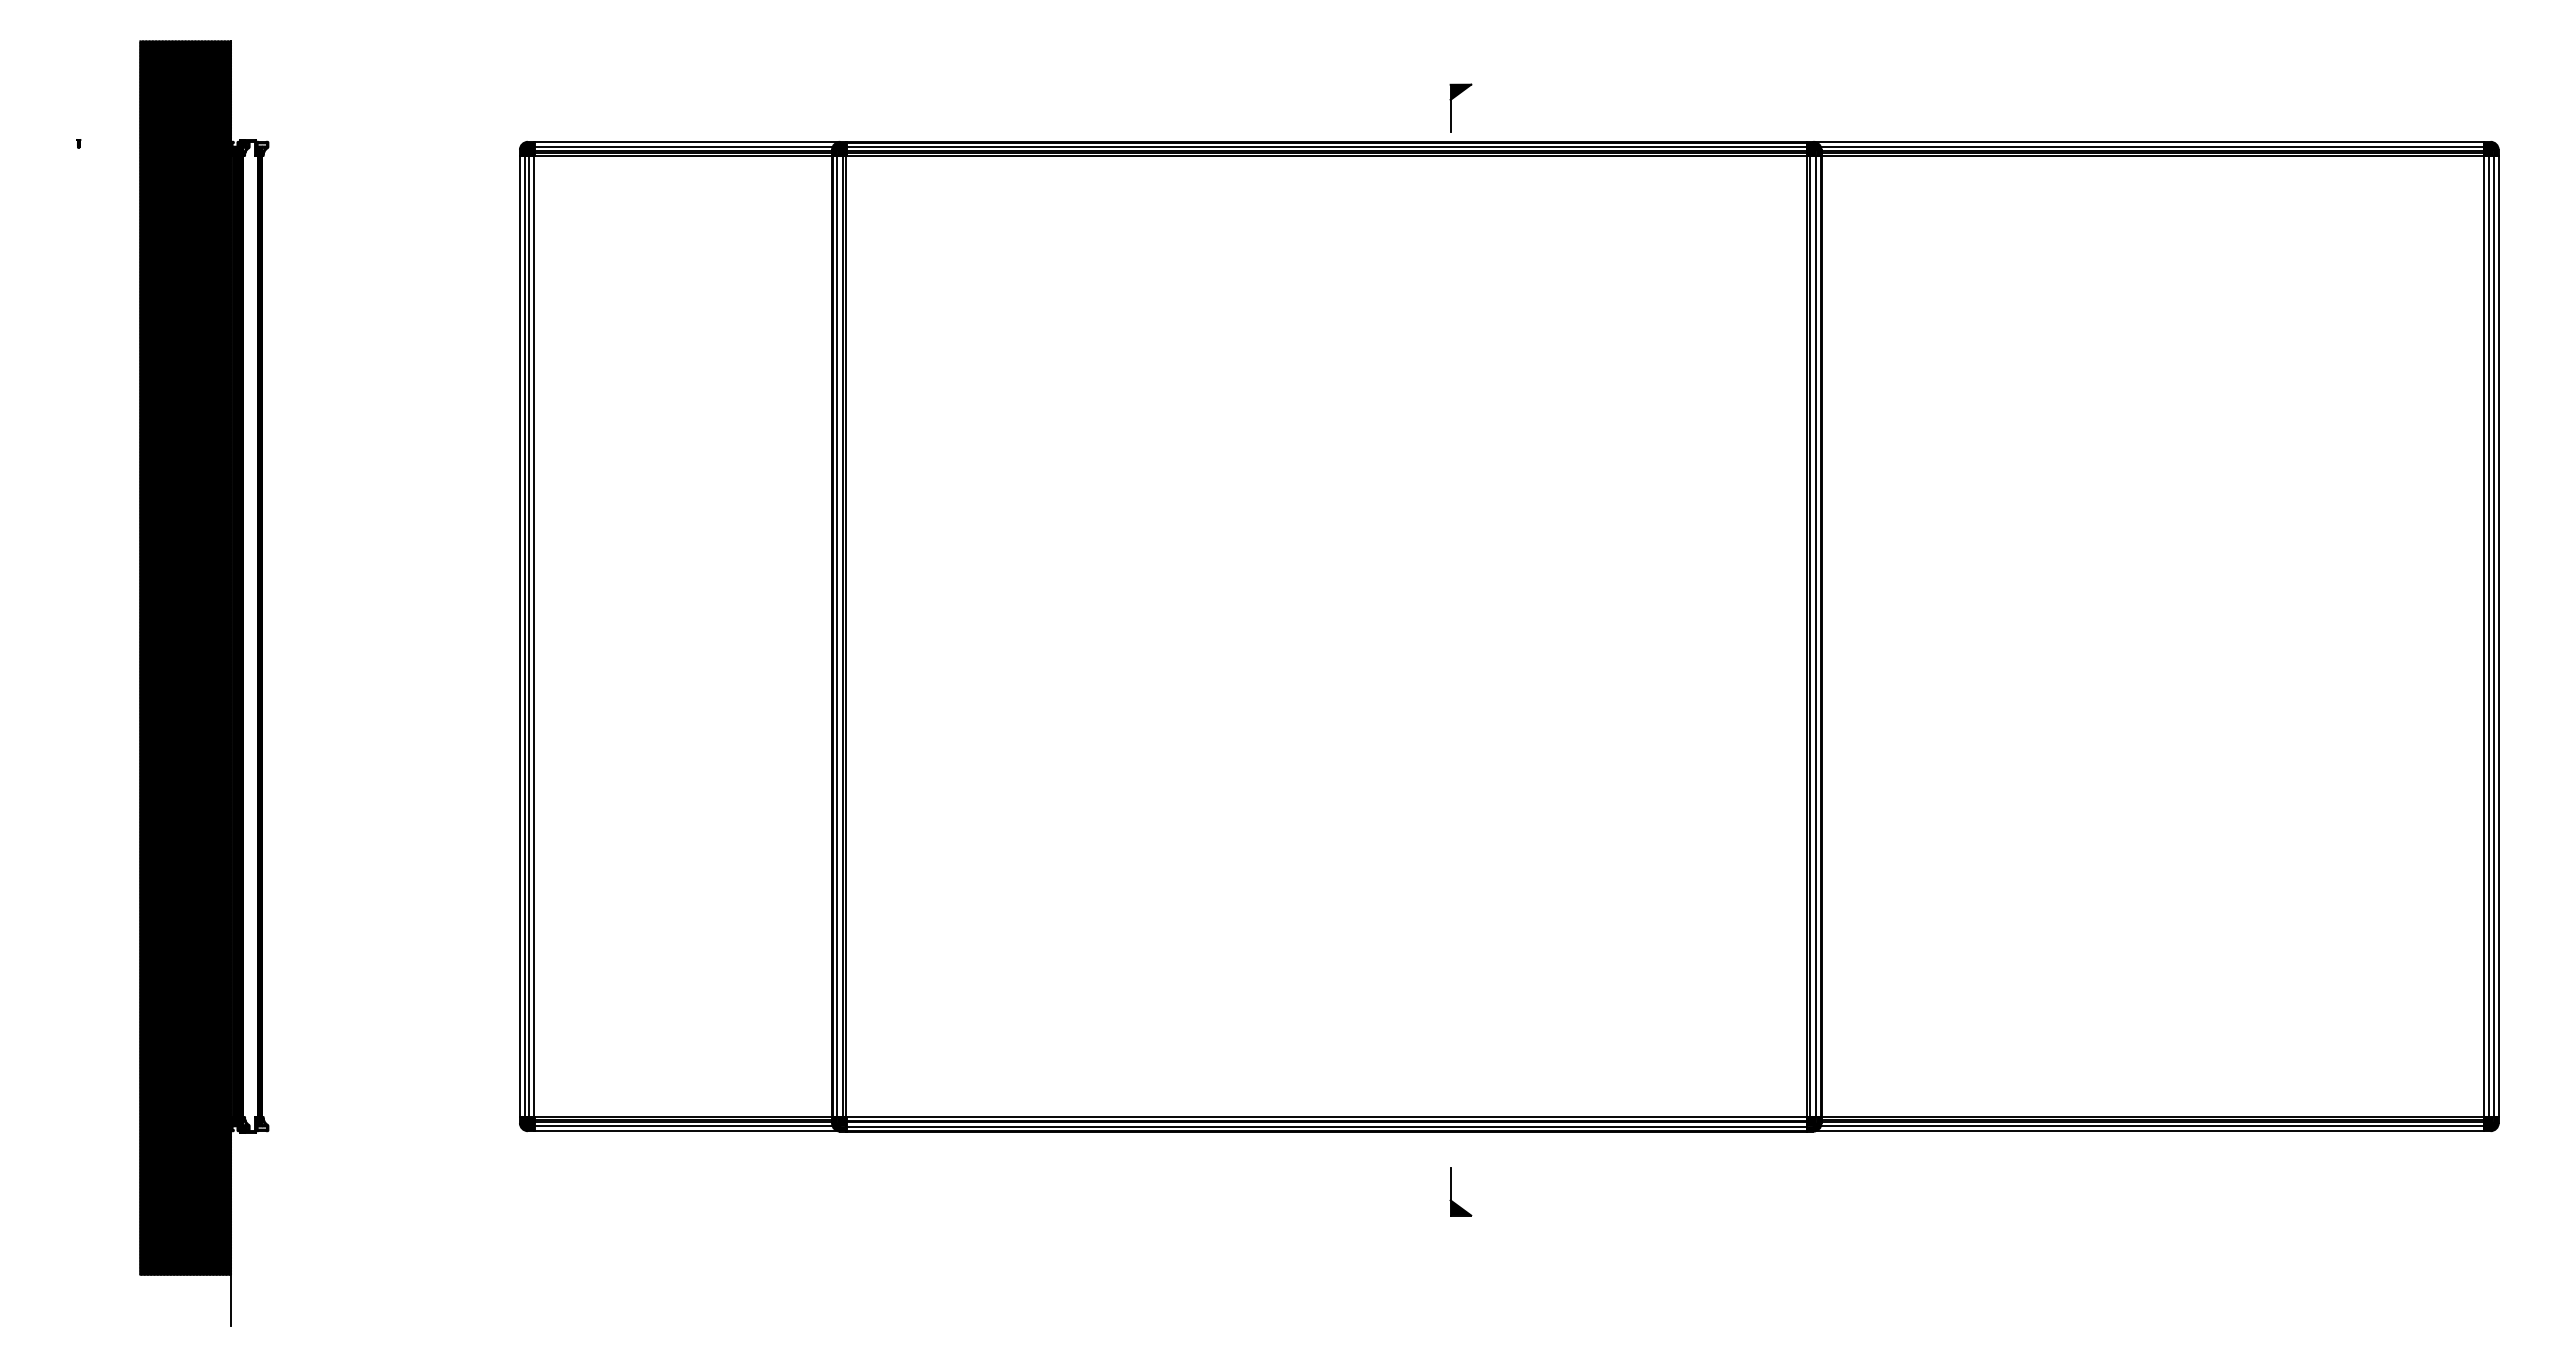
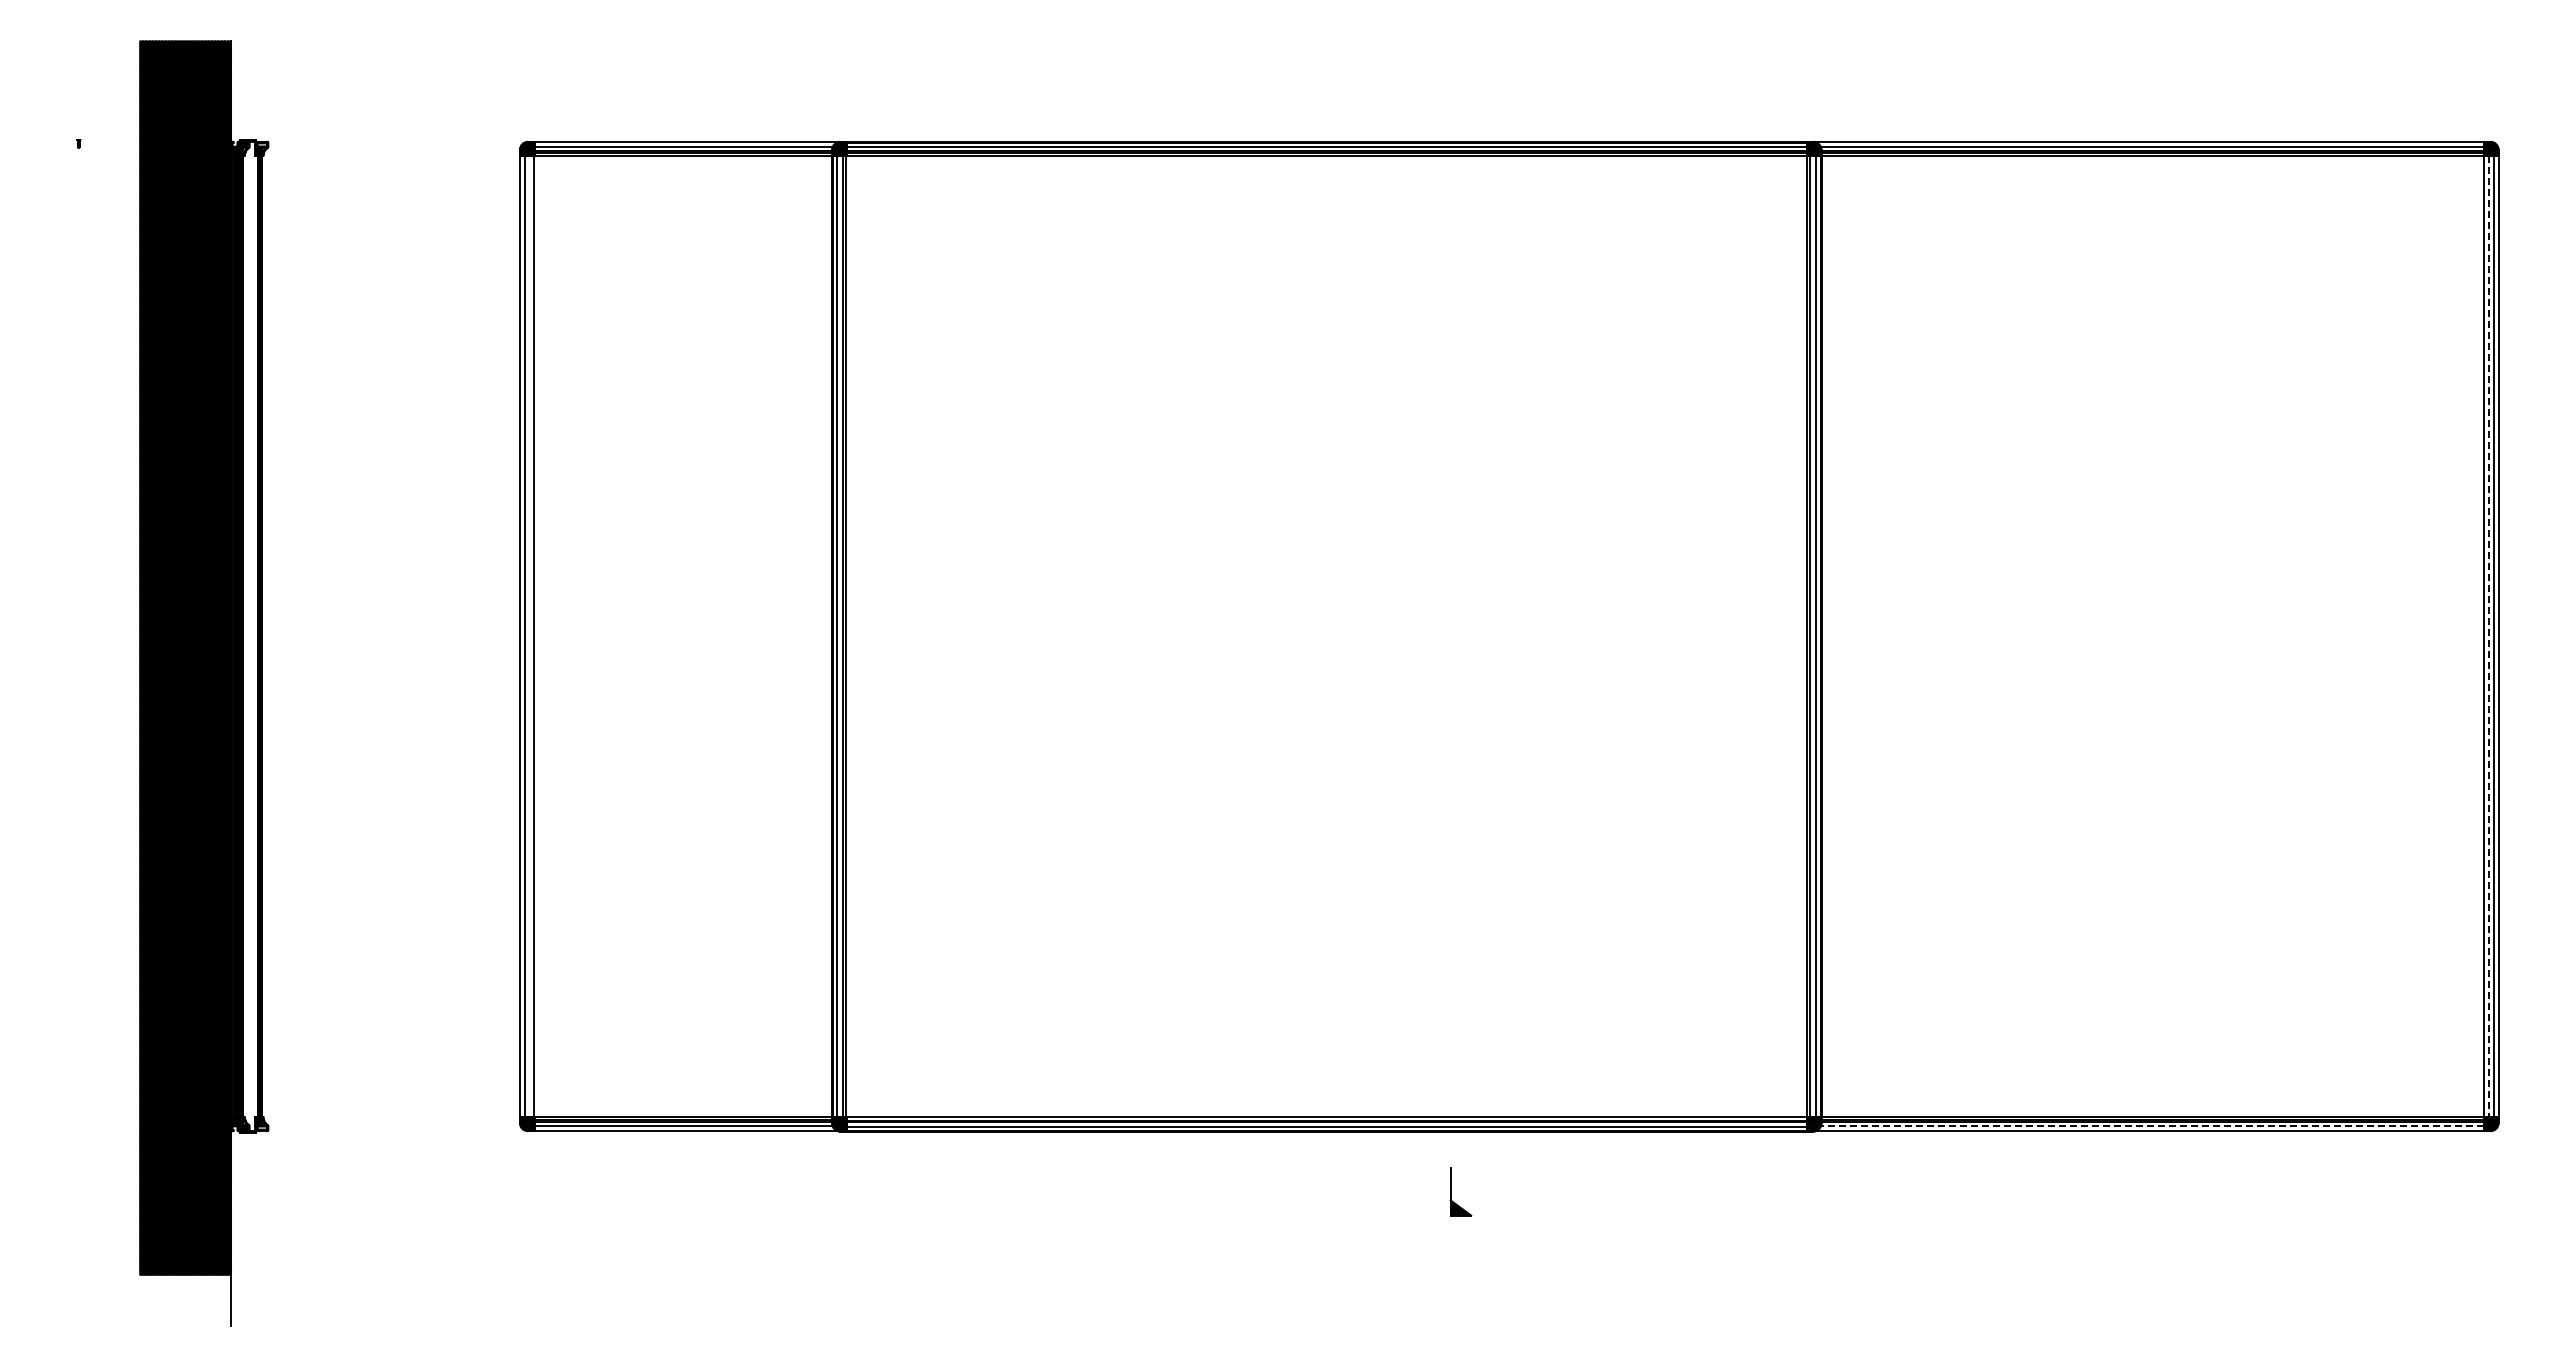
part at (1451, 107): present -> none
line at (529, 636): present -> none
line at (2489, 637): solid -> dashed
line at (2152, 1126): solid -> dashed
